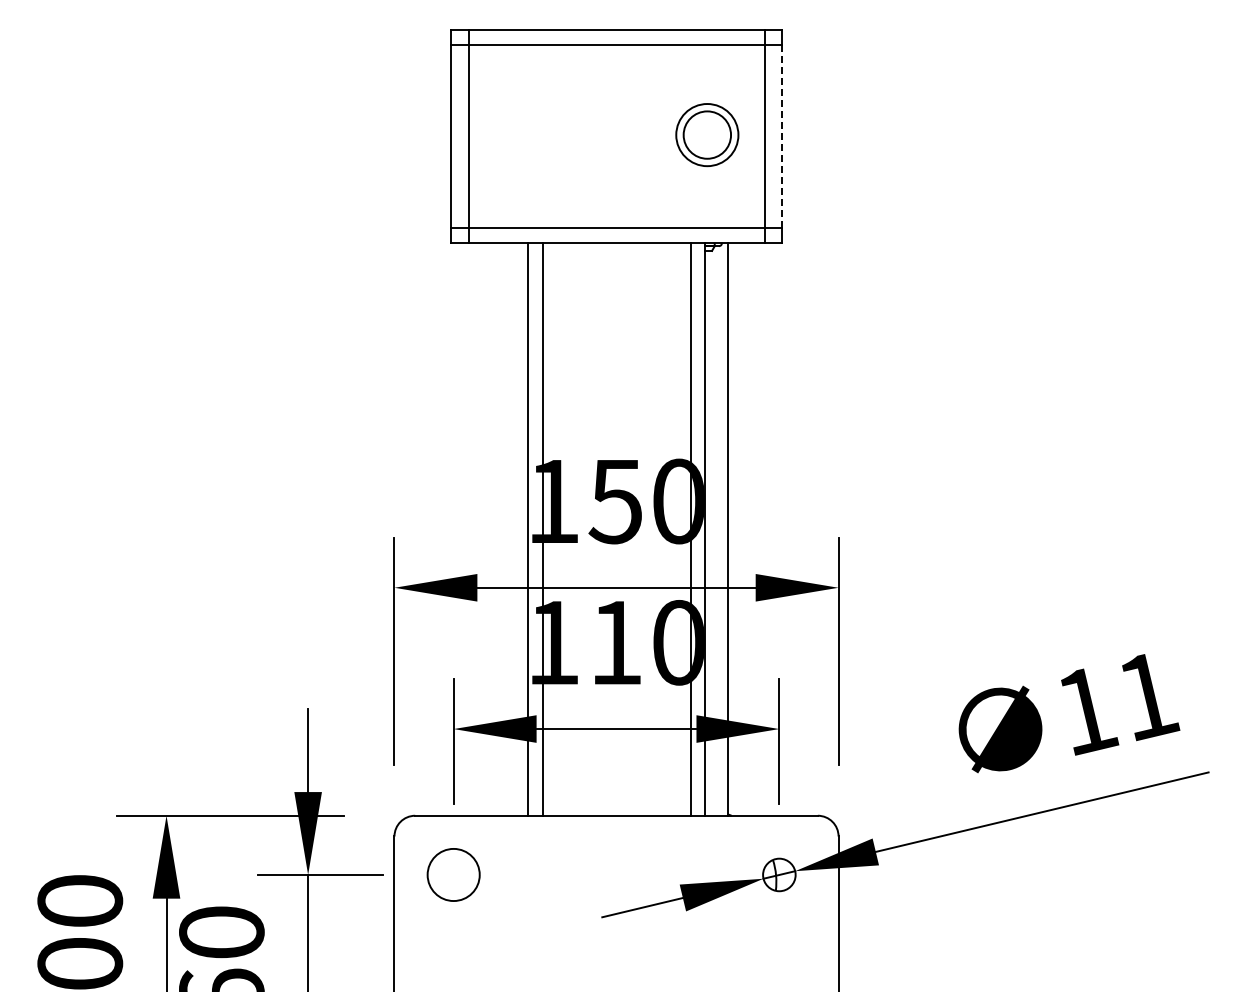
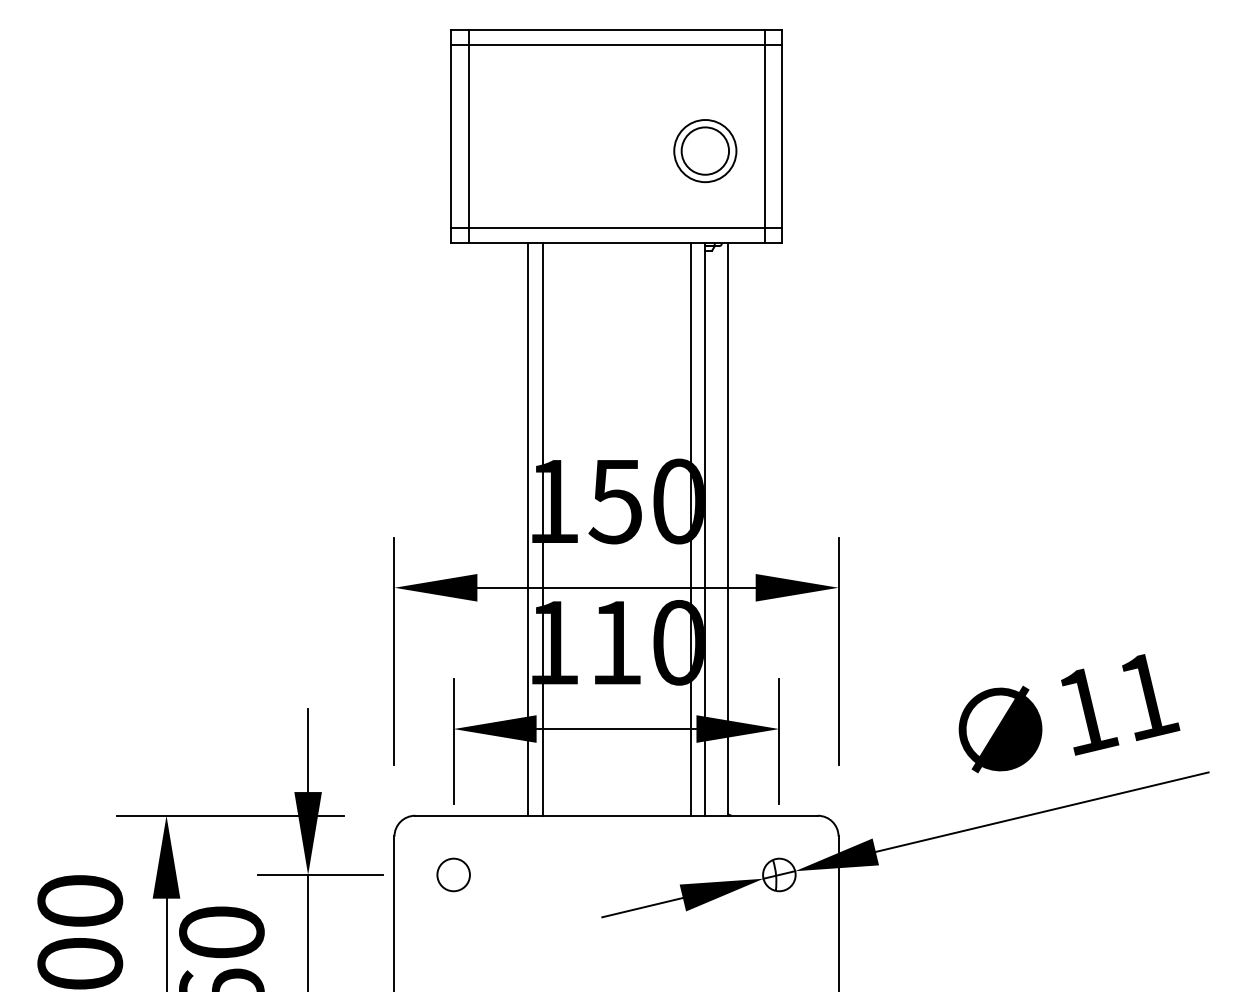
part at (707, 135) position: (707, 135) -> (705, 151)
line at (782, 136): dashed -> solid
circle at (453, 874) diameter: 52 px -> 33 px
